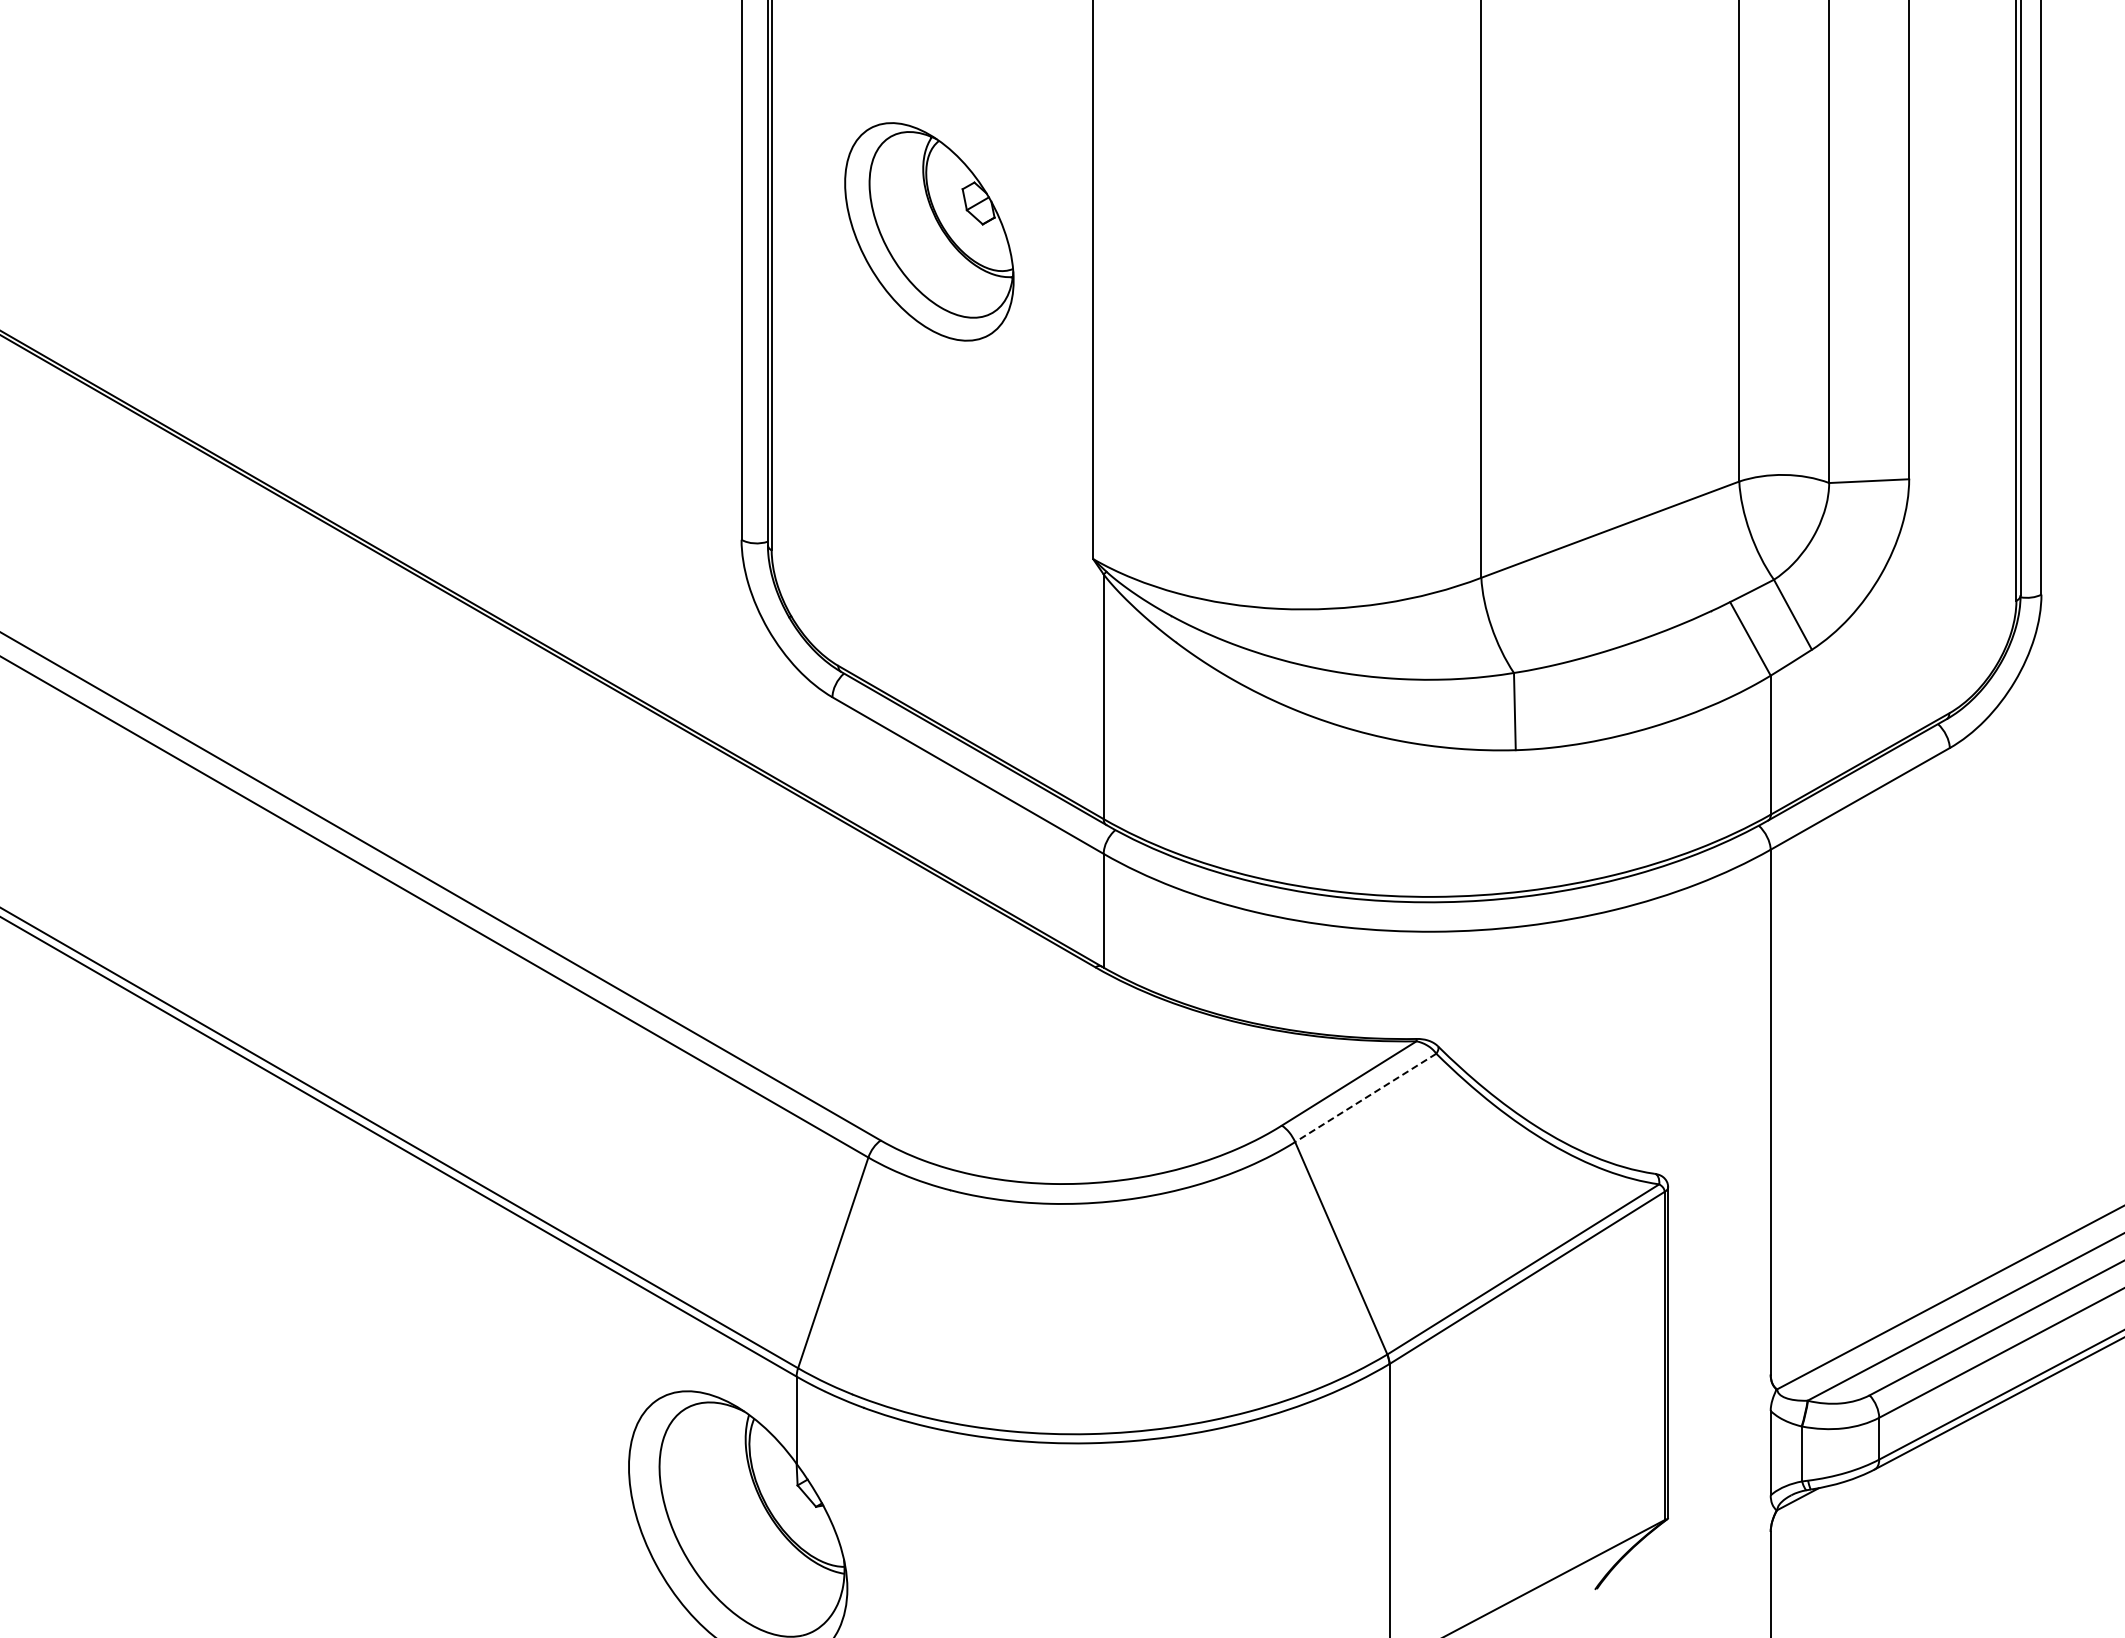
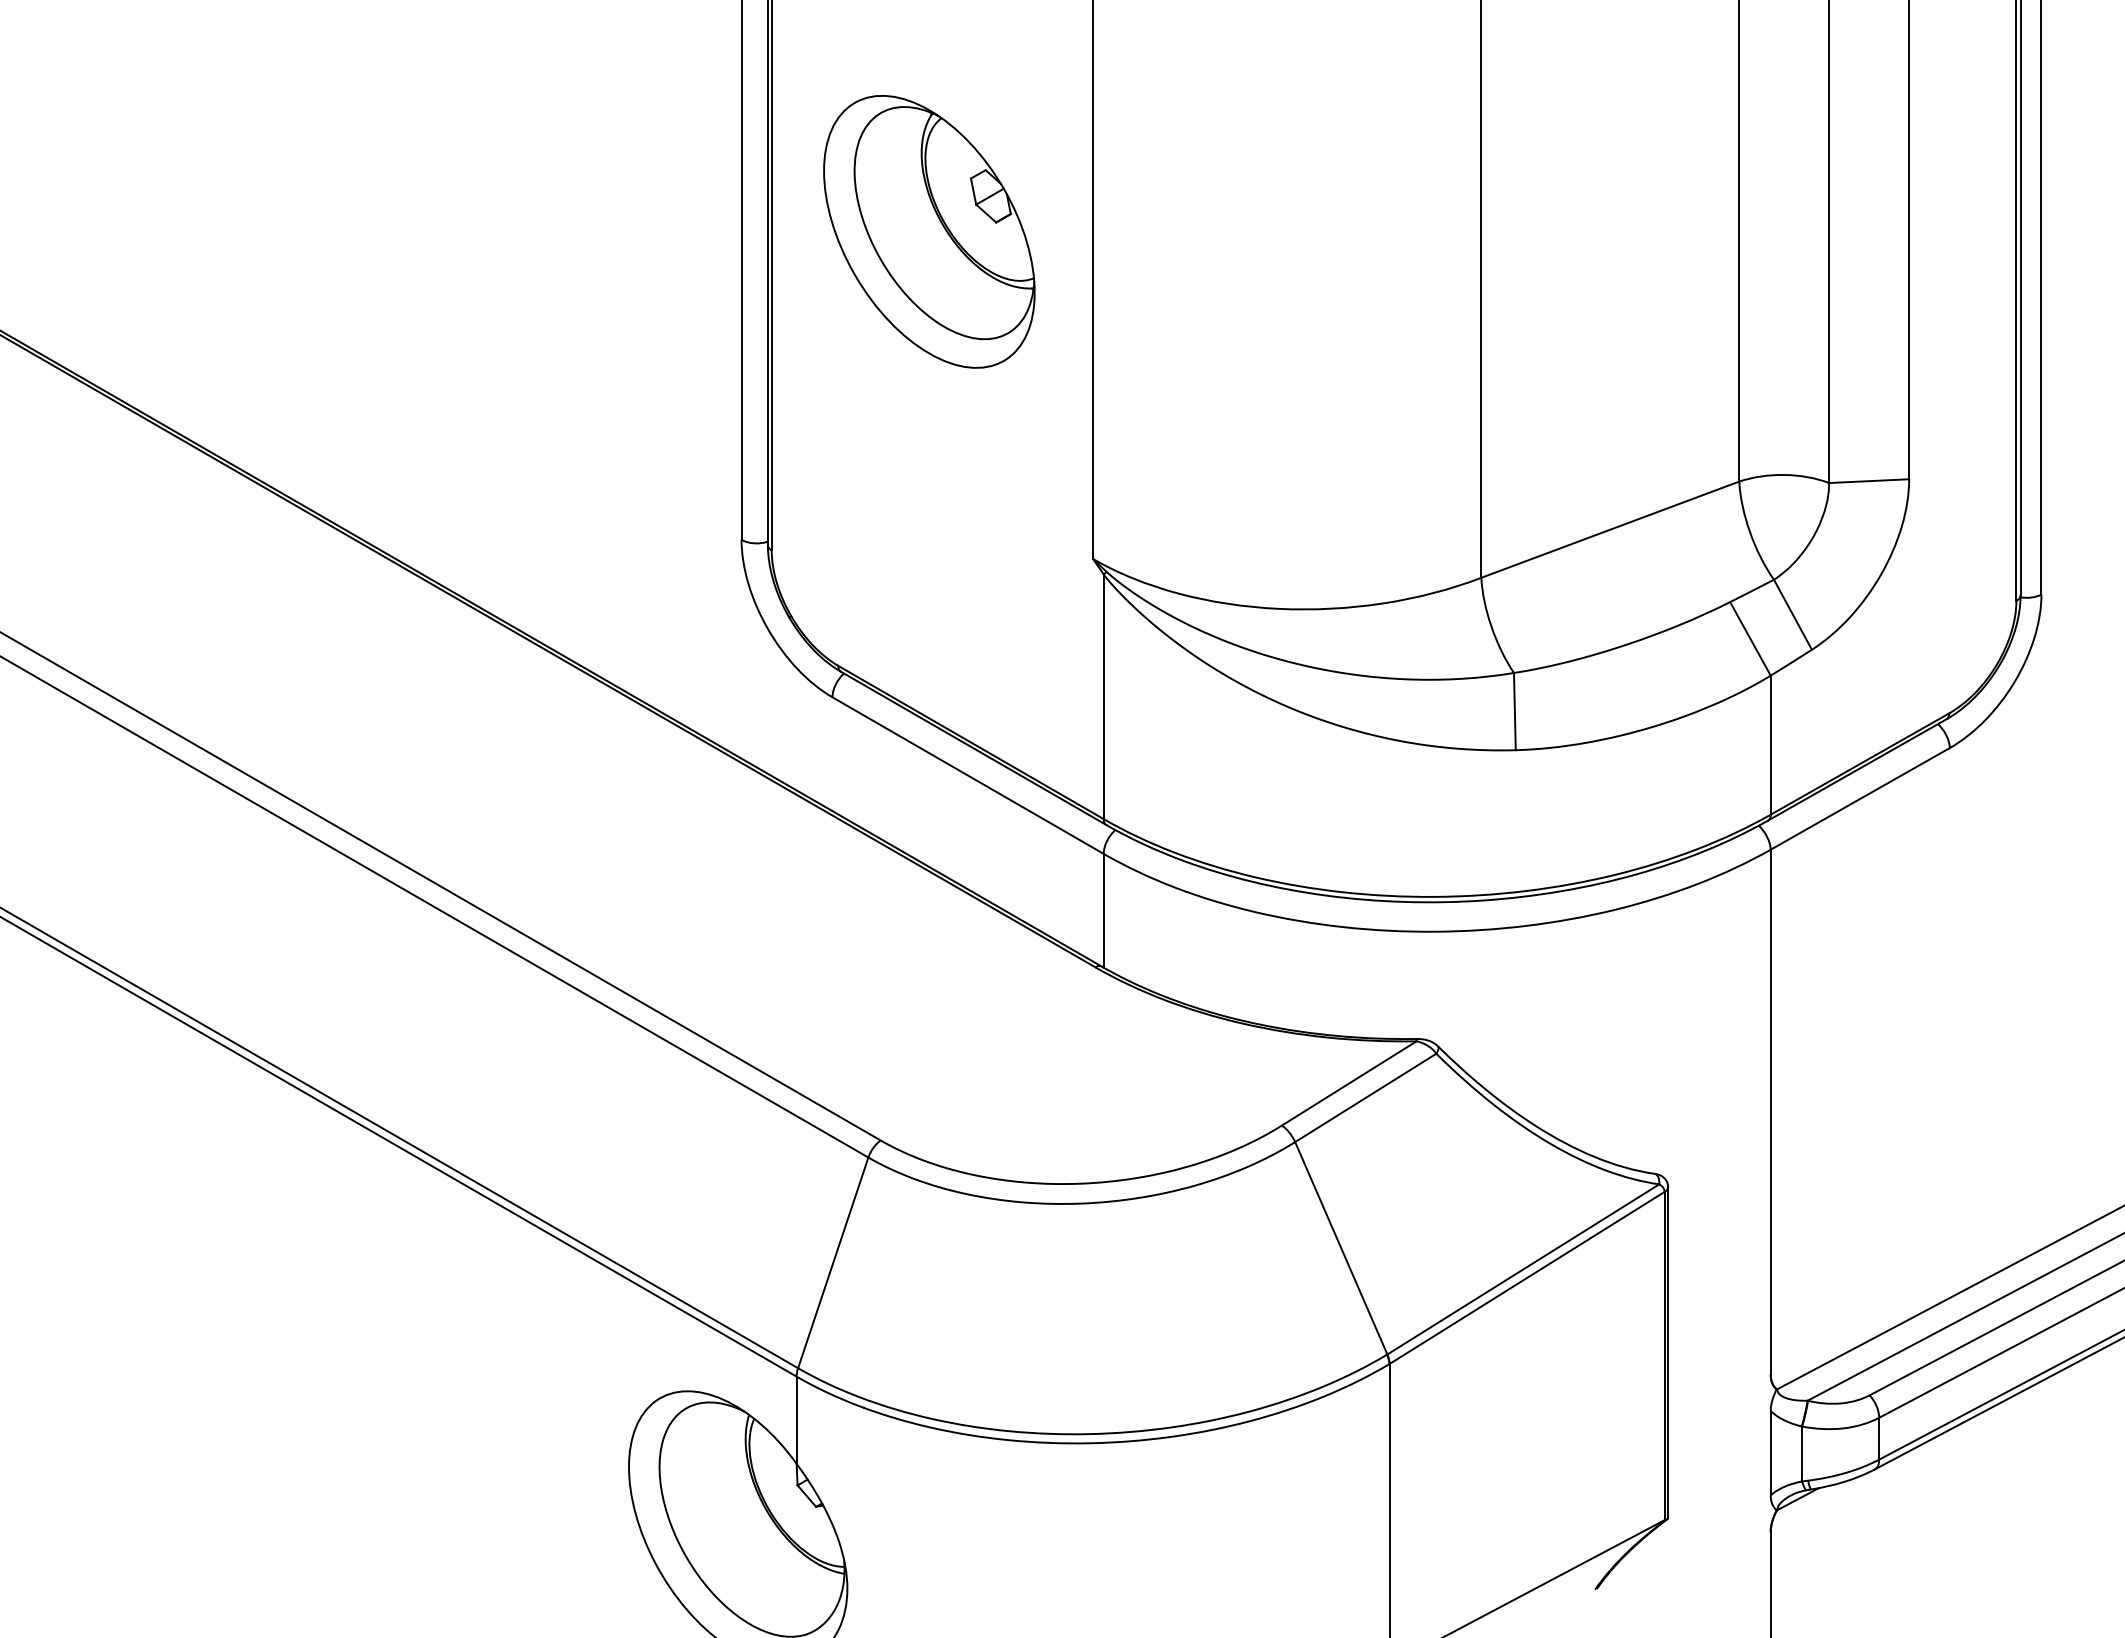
part at (929, 231) size: 171x220 px -> 213x274 px
line at (1365, 1098): dashed -> solid
